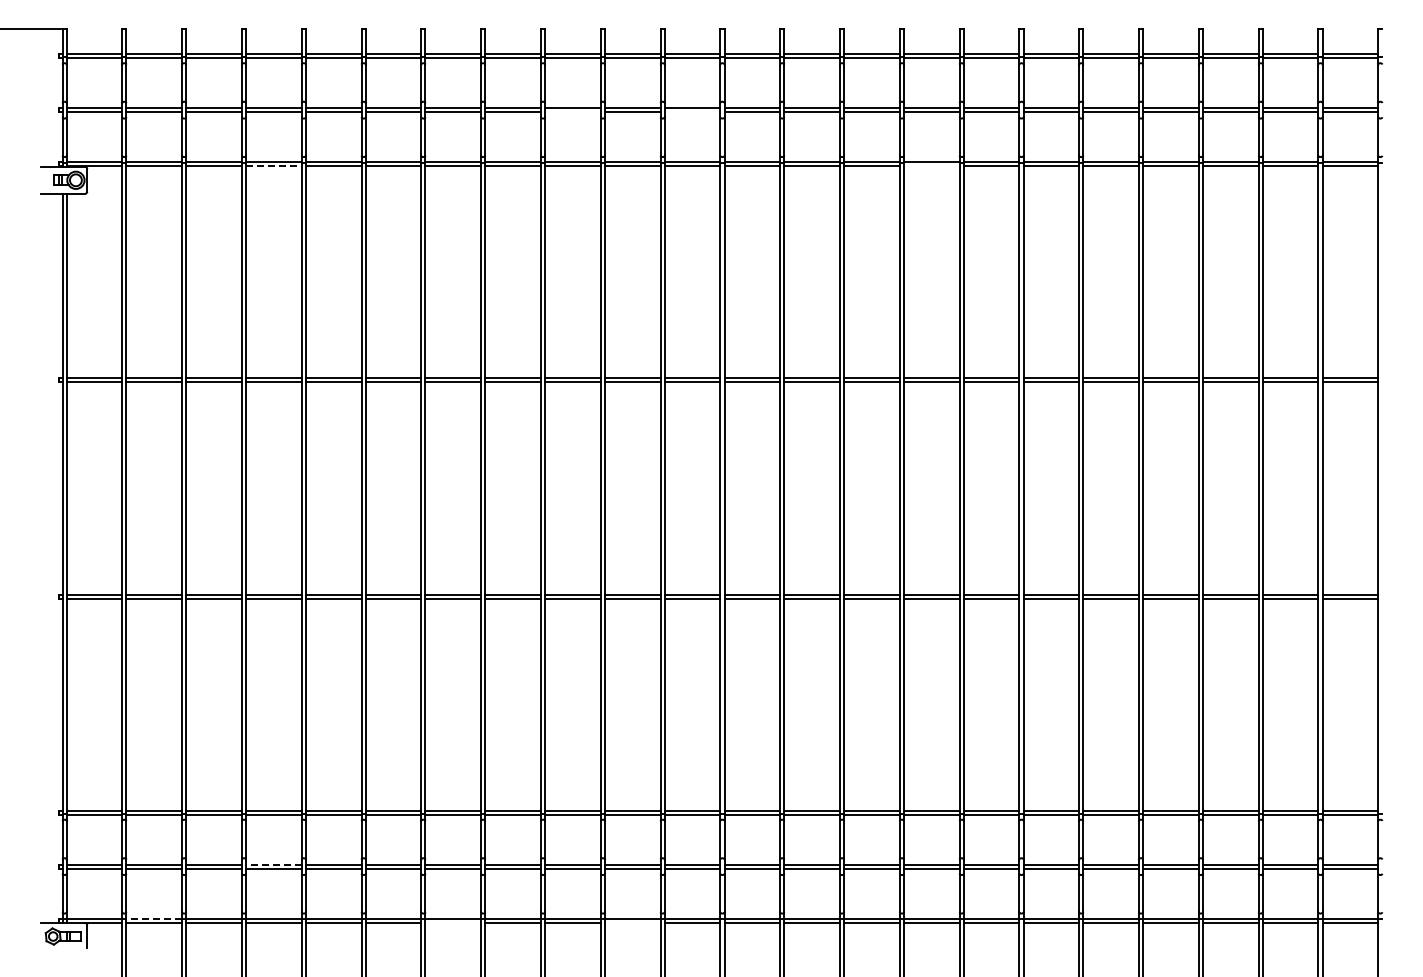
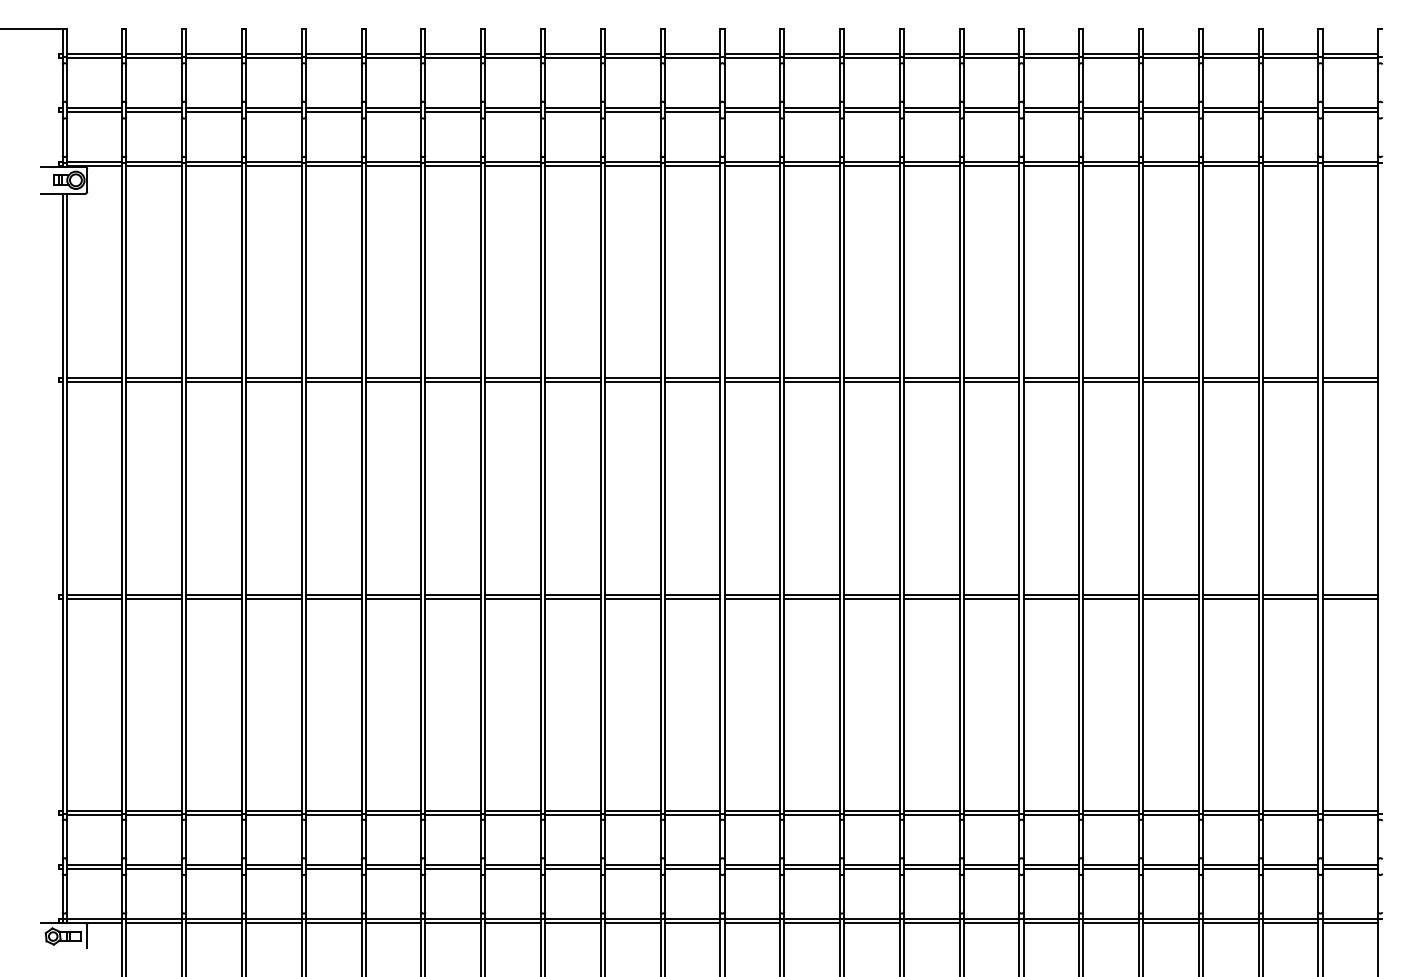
line at (572, 112): none -> present
line at (692, 112): none -> present
line at (273, 166): dashed -> solid
line at (931, 166): none -> present
line at (273, 864): dashed -> solid
line at (154, 918): dashed -> solid
line at (453, 923): none -> present
line at (632, 923): none -> present
